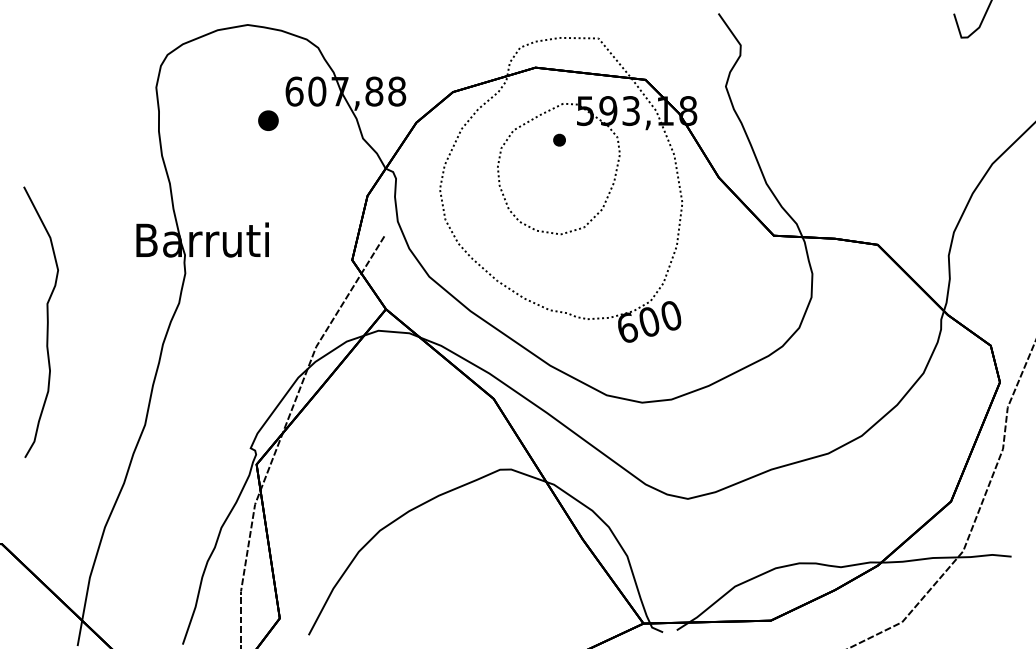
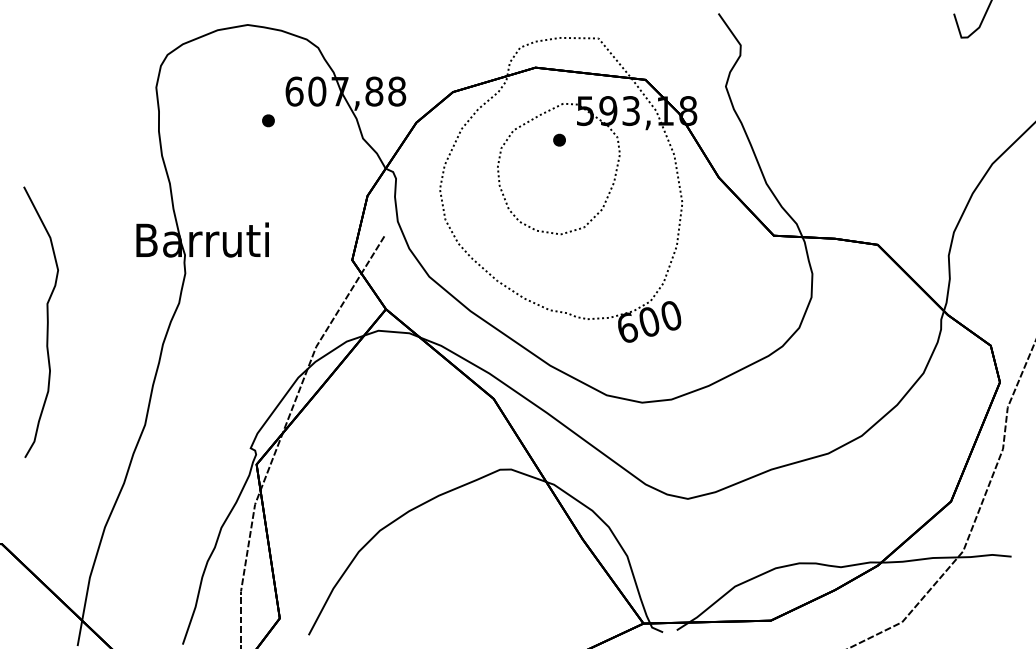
part at (268, 120) size: 21x21 px -> 13x14 px
